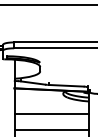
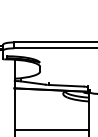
line at (48, 5): present -> none
line at (51, 113): present -> none
